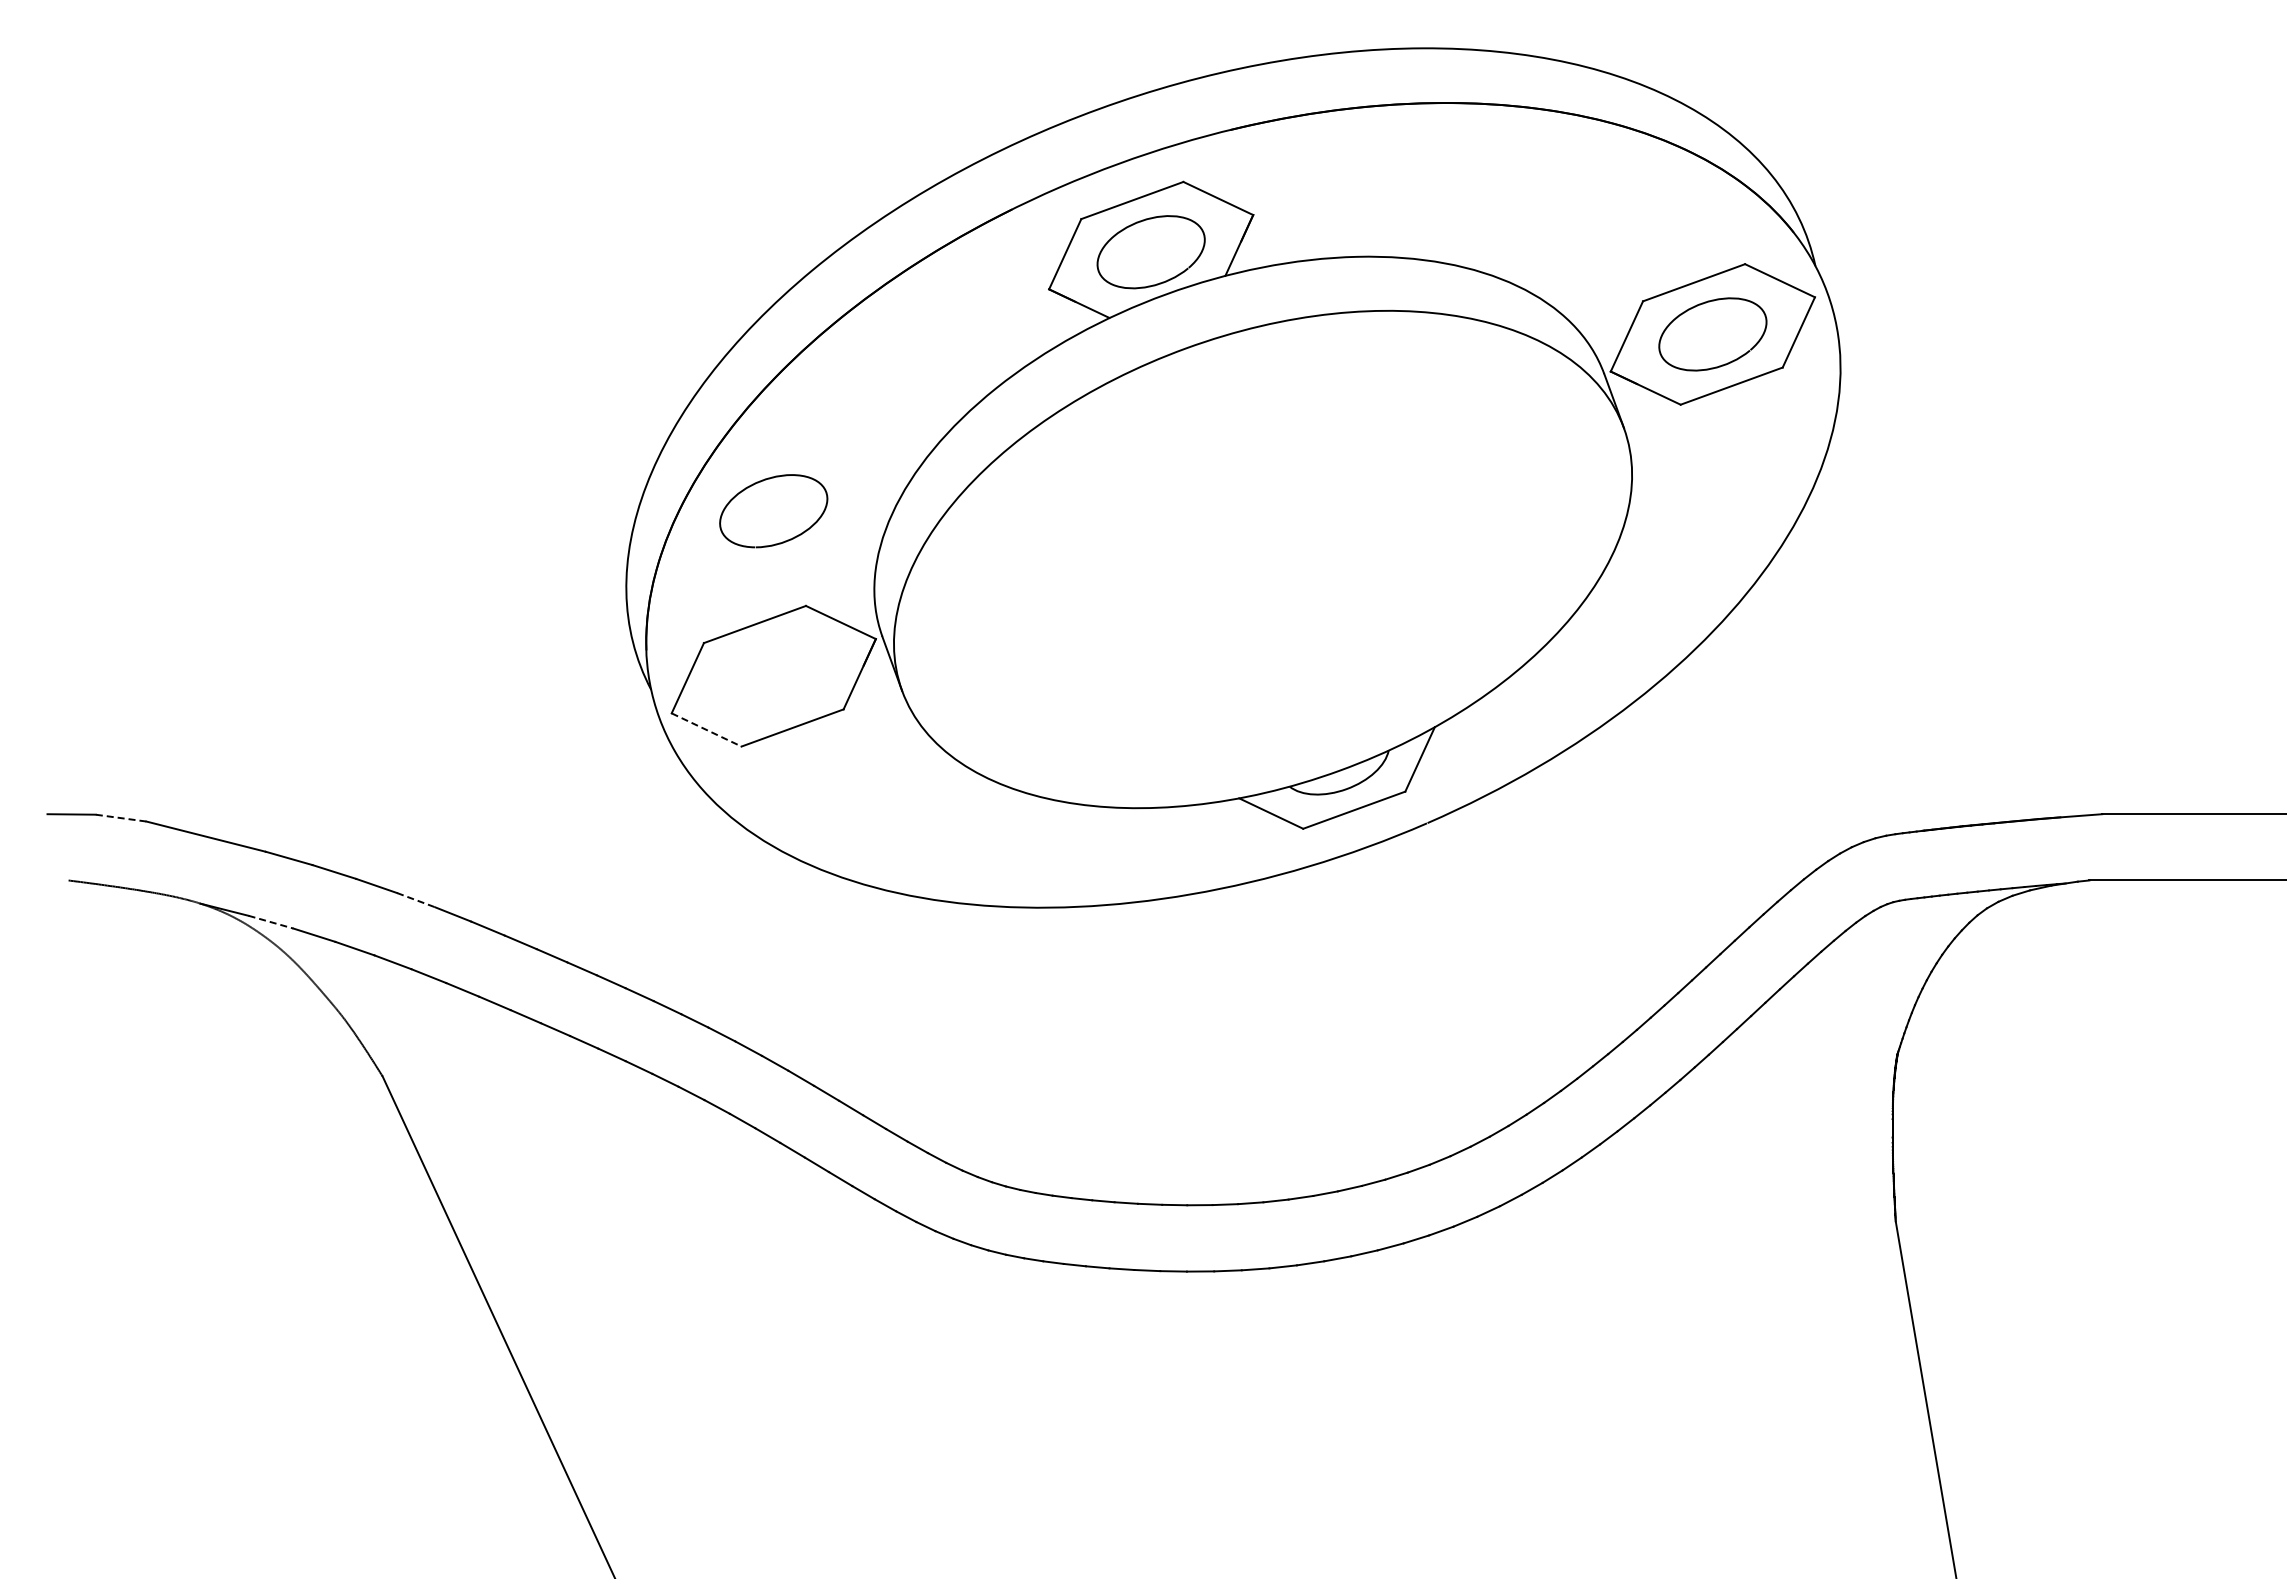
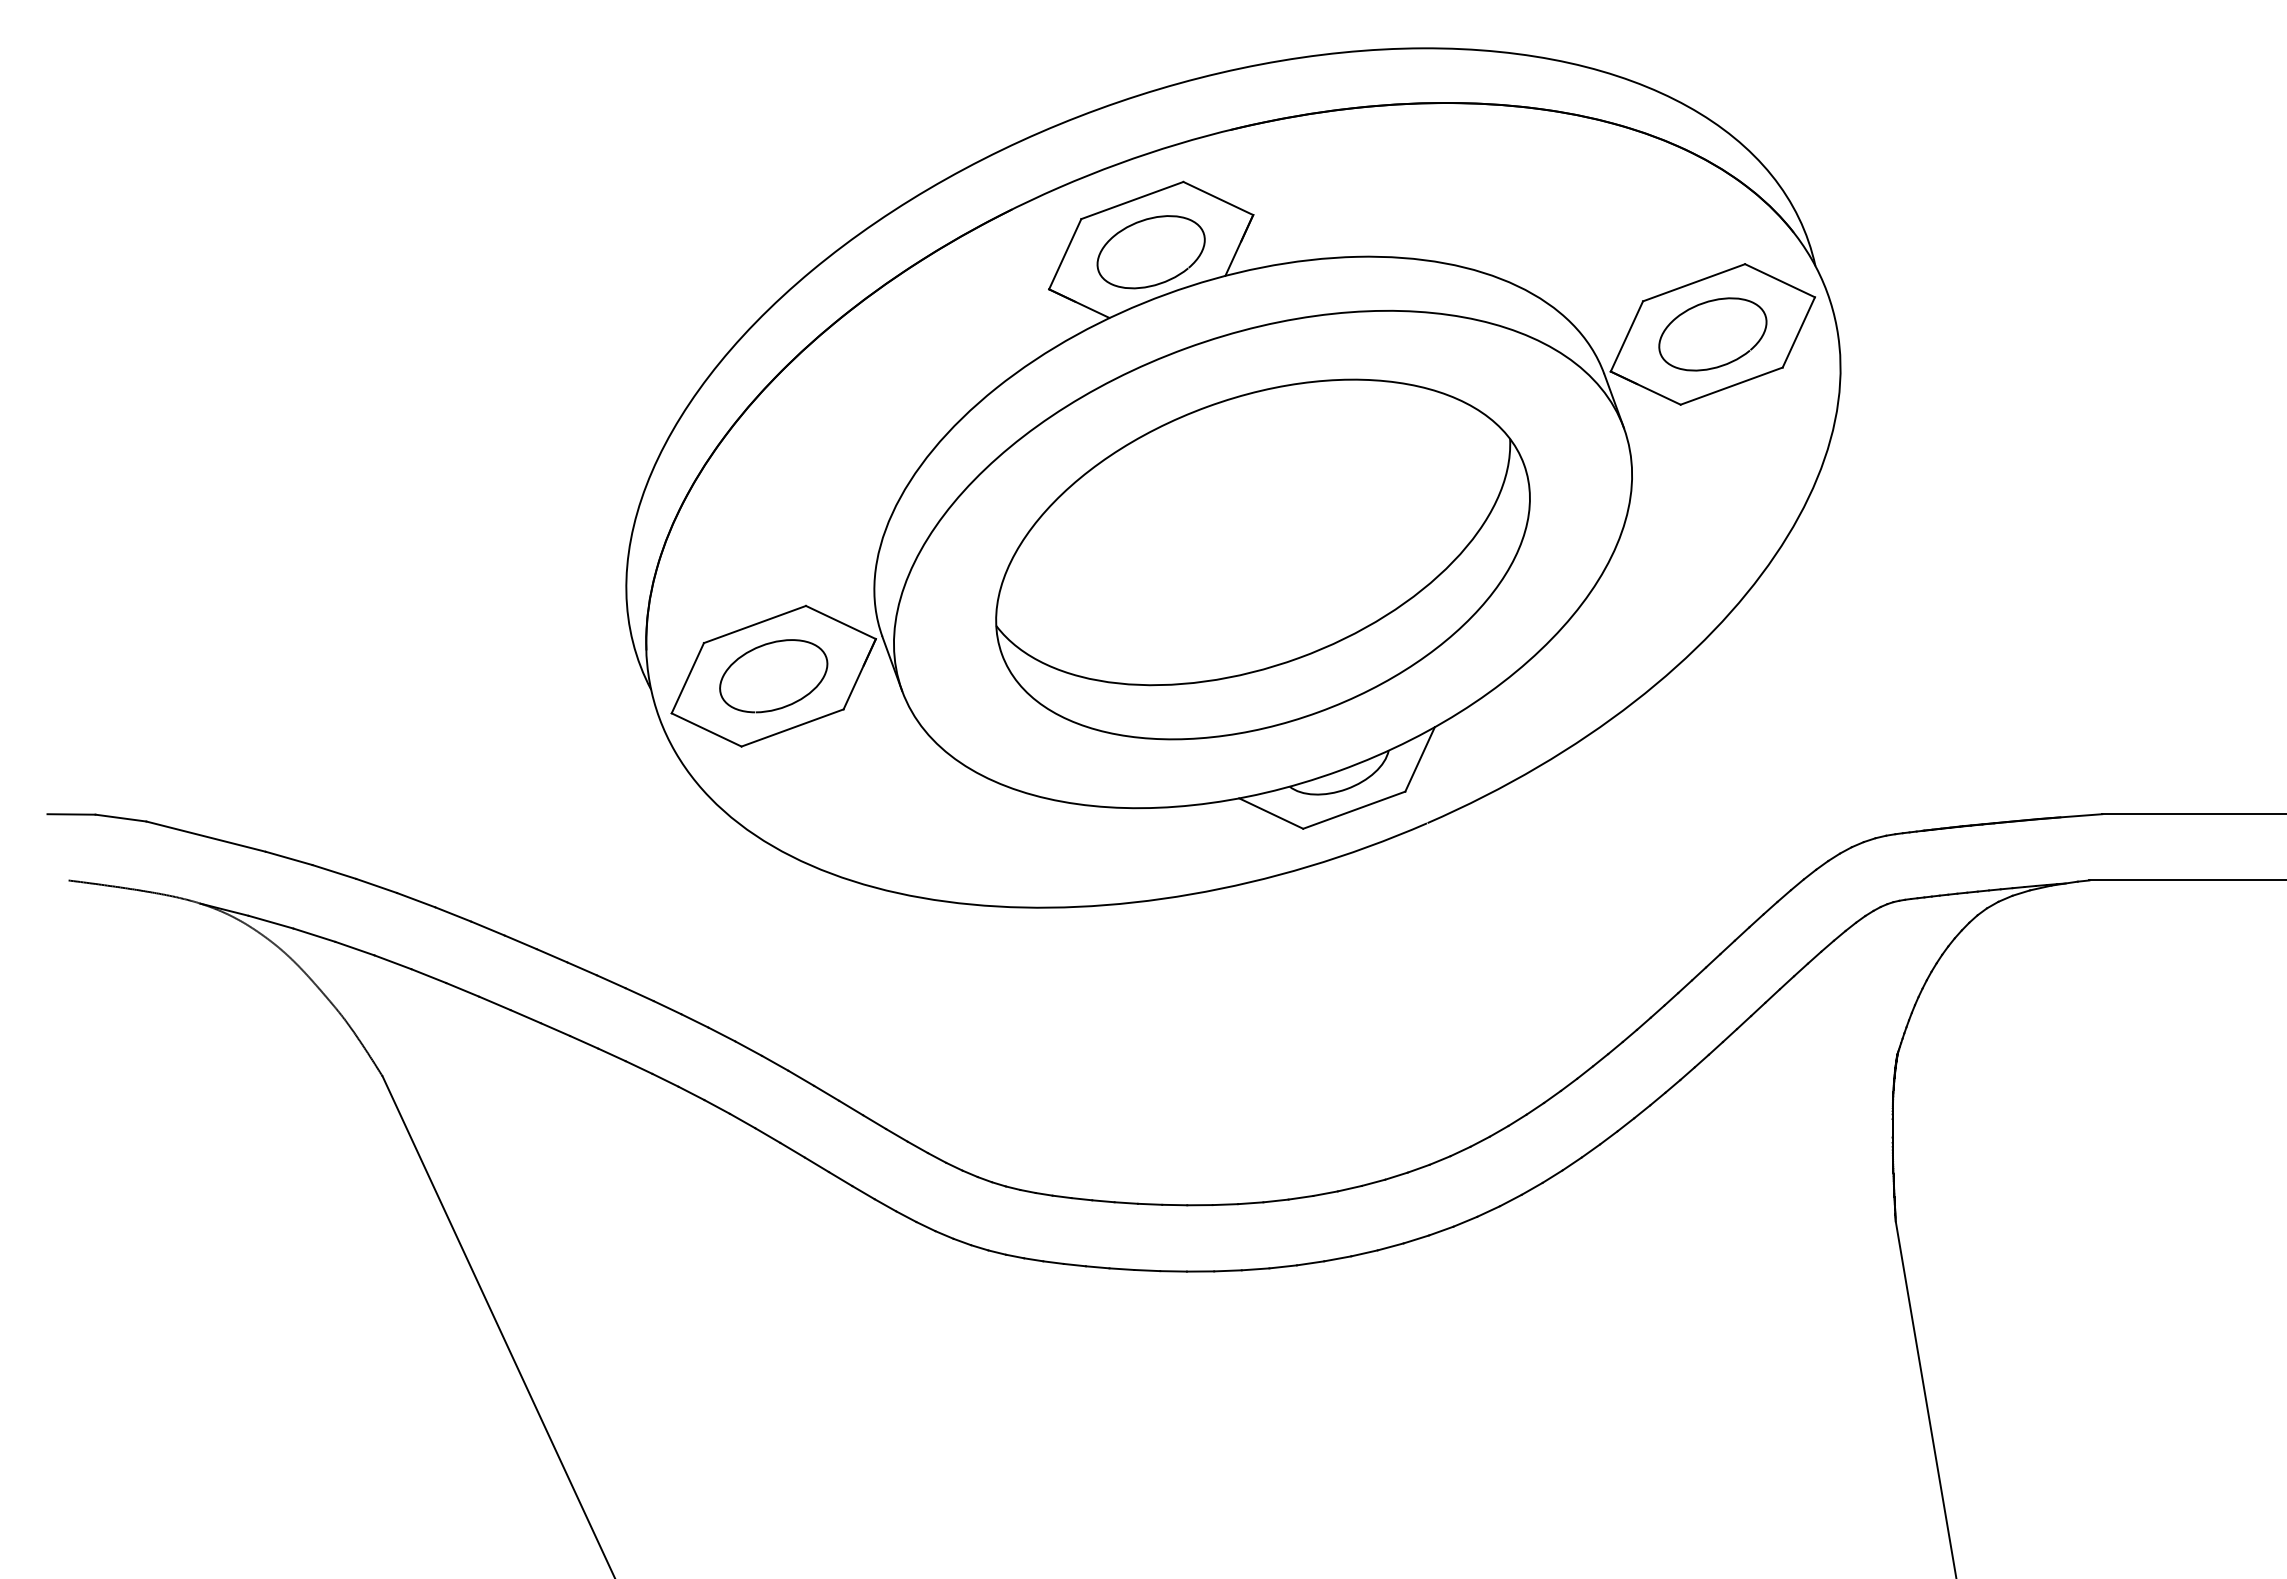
curve at (787, 539) position: (787, 539) -> (787, 704)
part at (1262, 559): none -> present
line at (706, 729): dashed -> solid
line at (120, 818): dashed -> solid
line at (416, 900): dashed -> solid
line at (271, 922): dashed -> solid
